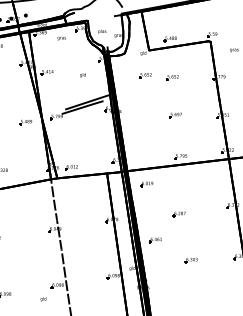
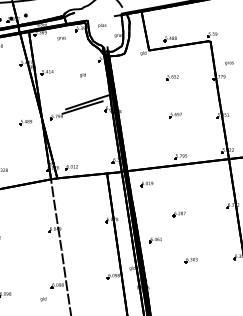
text at (102, 31) position: (102, 31) -> (102, 25)
text at (234, 50) position: (234, 50) -> (229, 63)
part at (145, 75): present -> none
